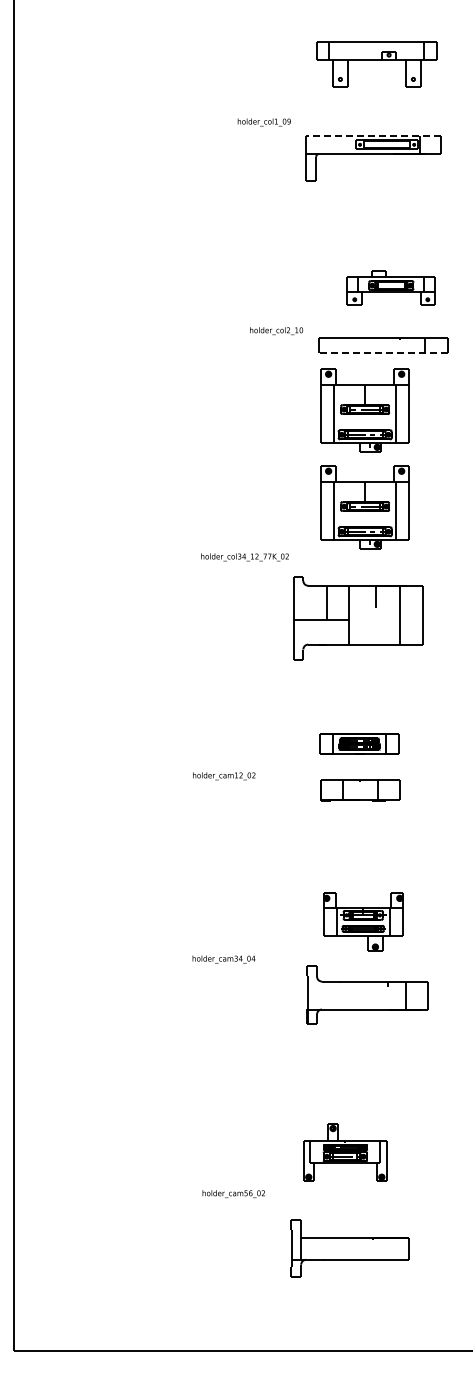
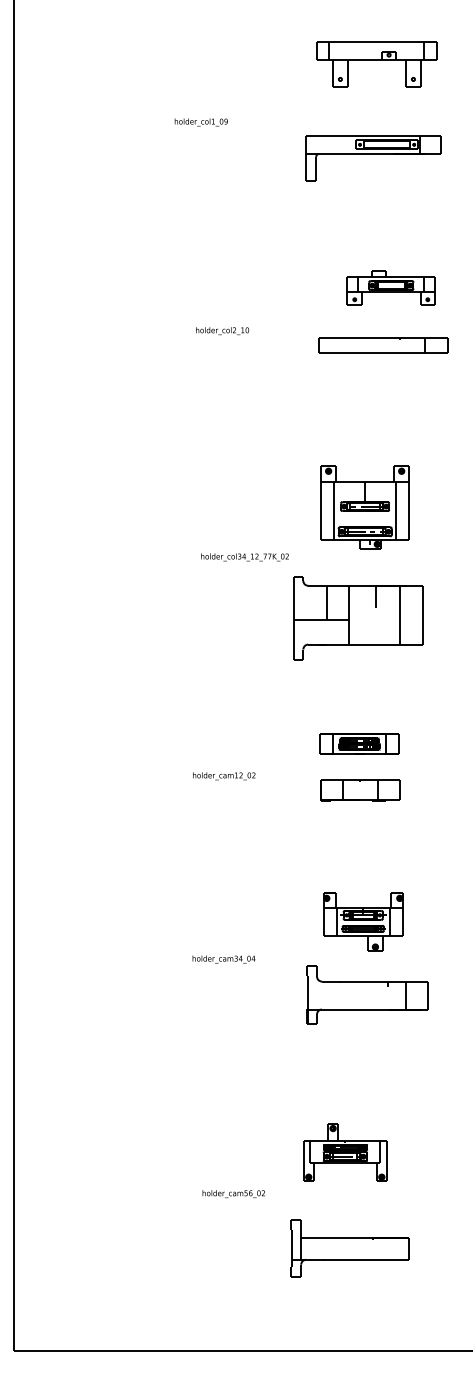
text at (263, 122) position: (263, 122) -> (200, 122)
line at (373, 135): dashed -> solid
text at (276, 331) position: (276, 331) -> (222, 331)
line at (383, 353): dashed -> solid
part at (364, 410): present -> none
